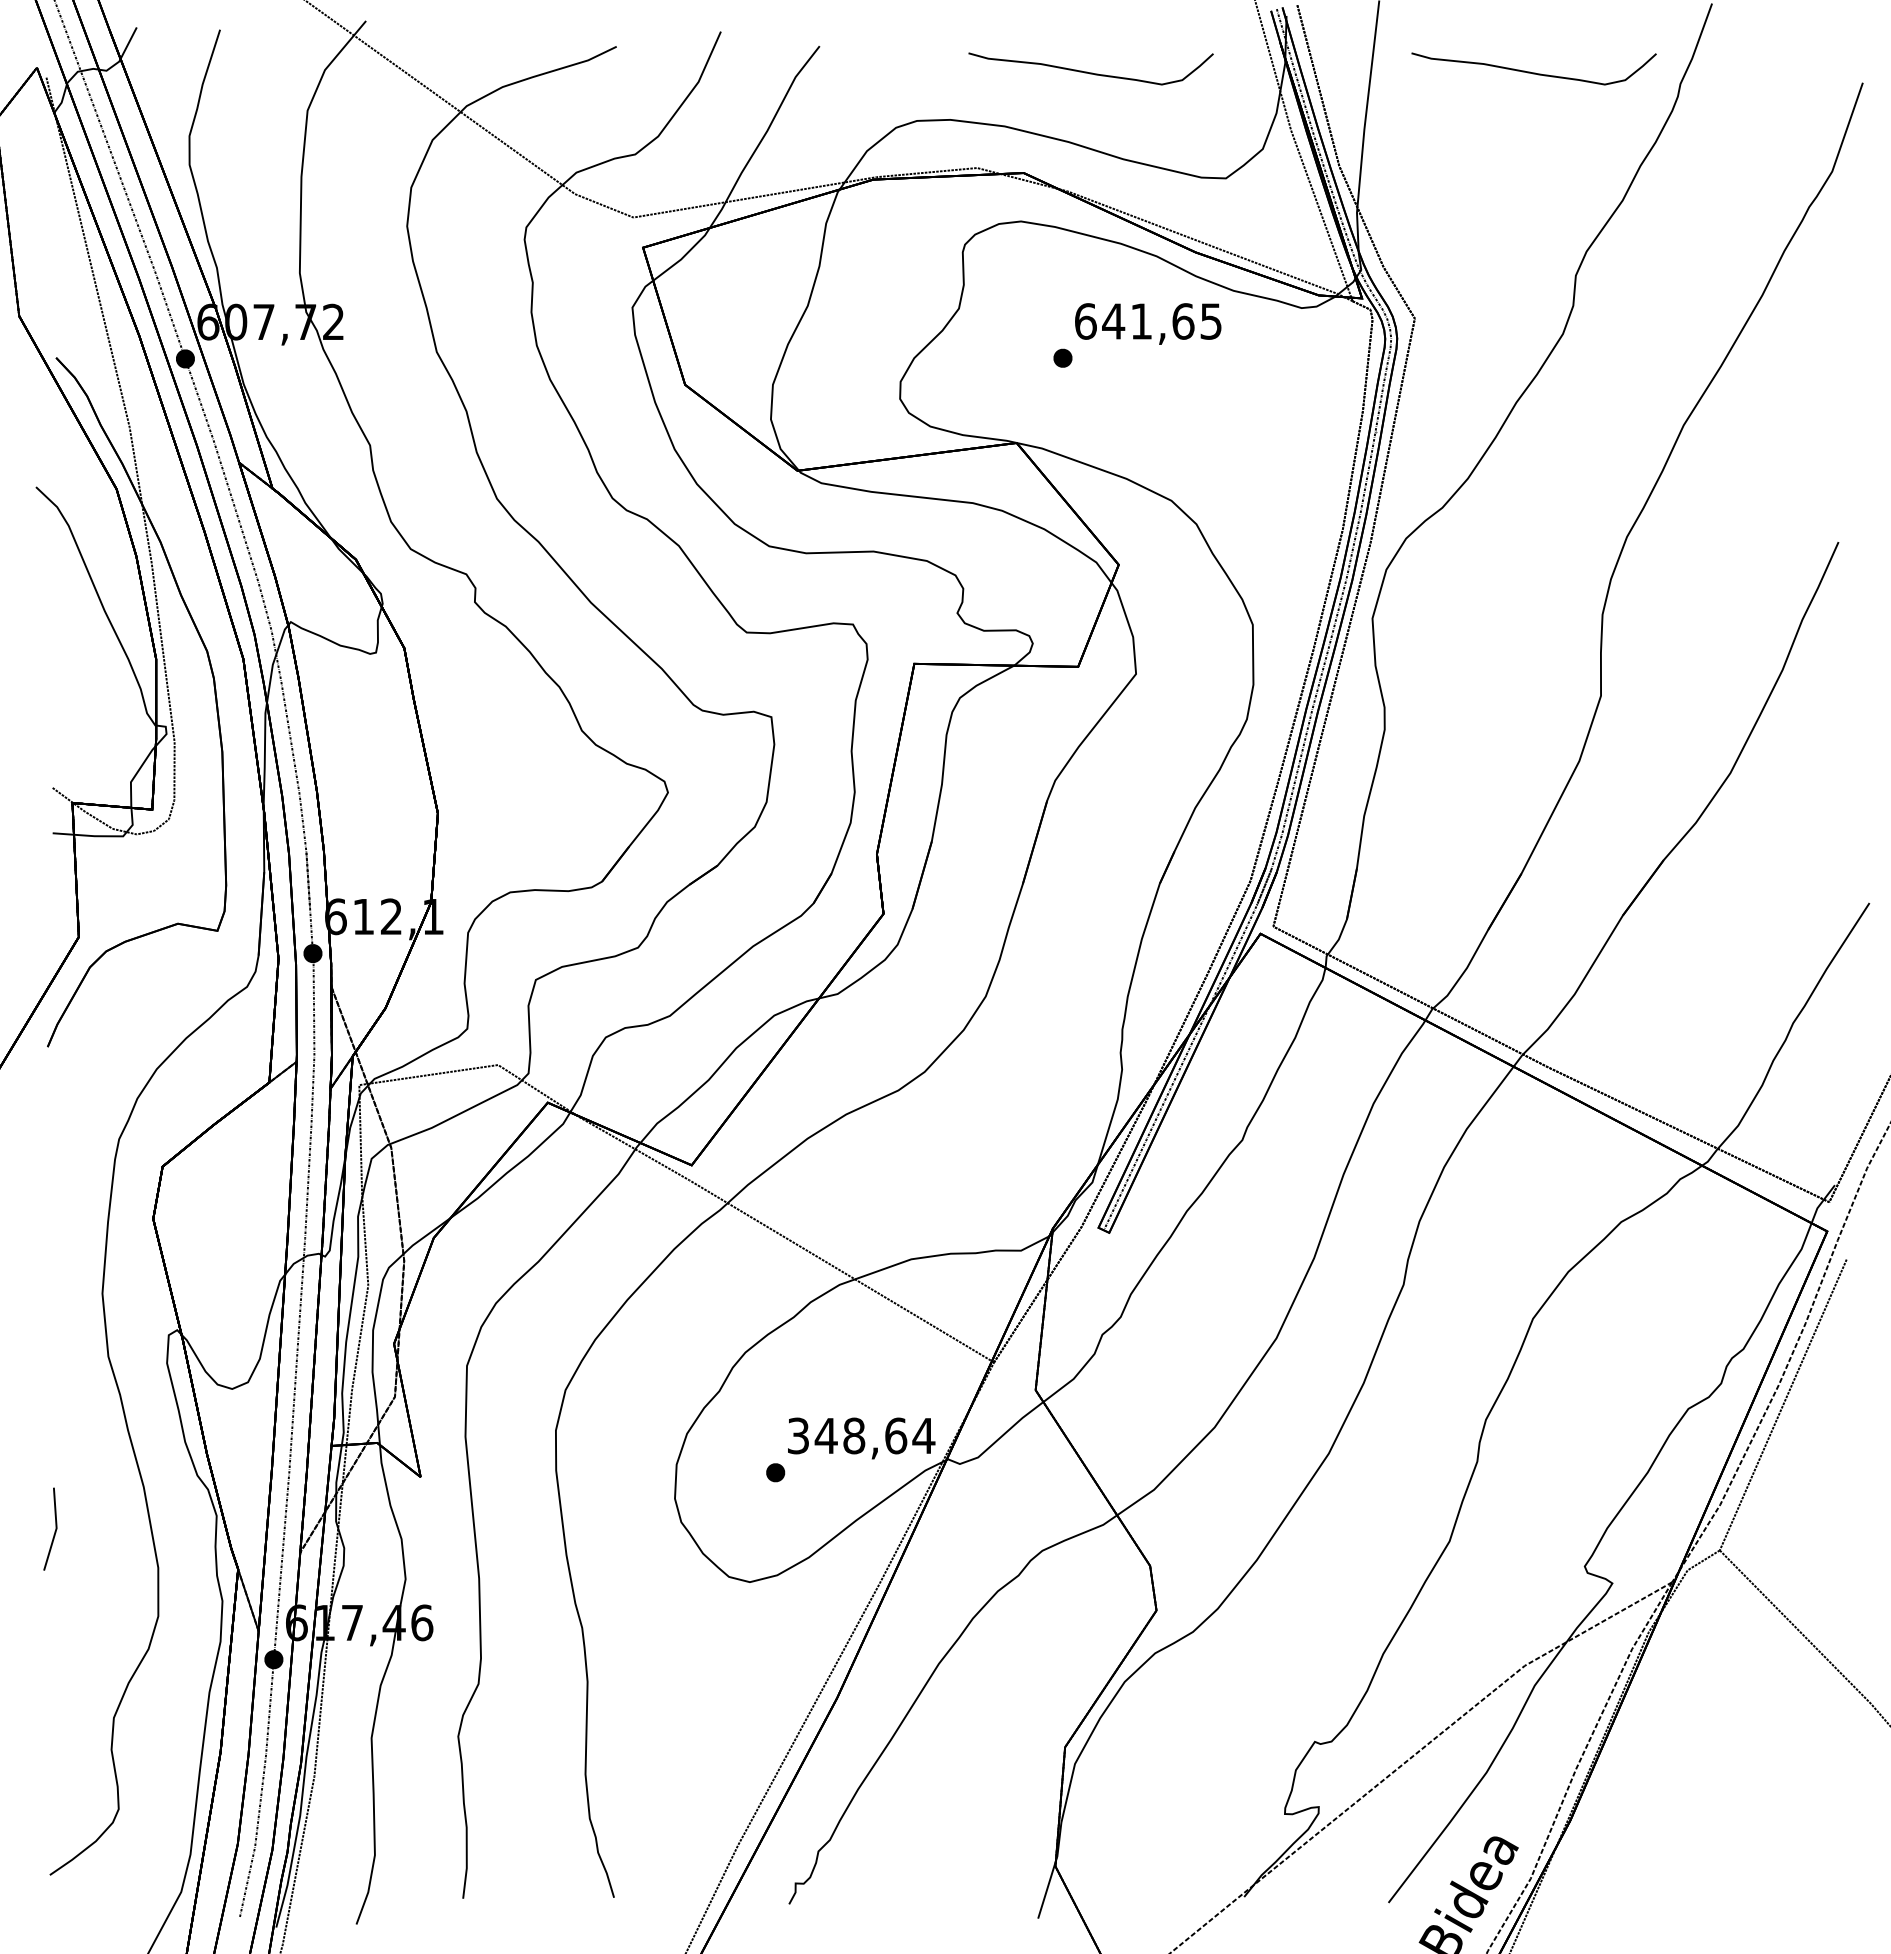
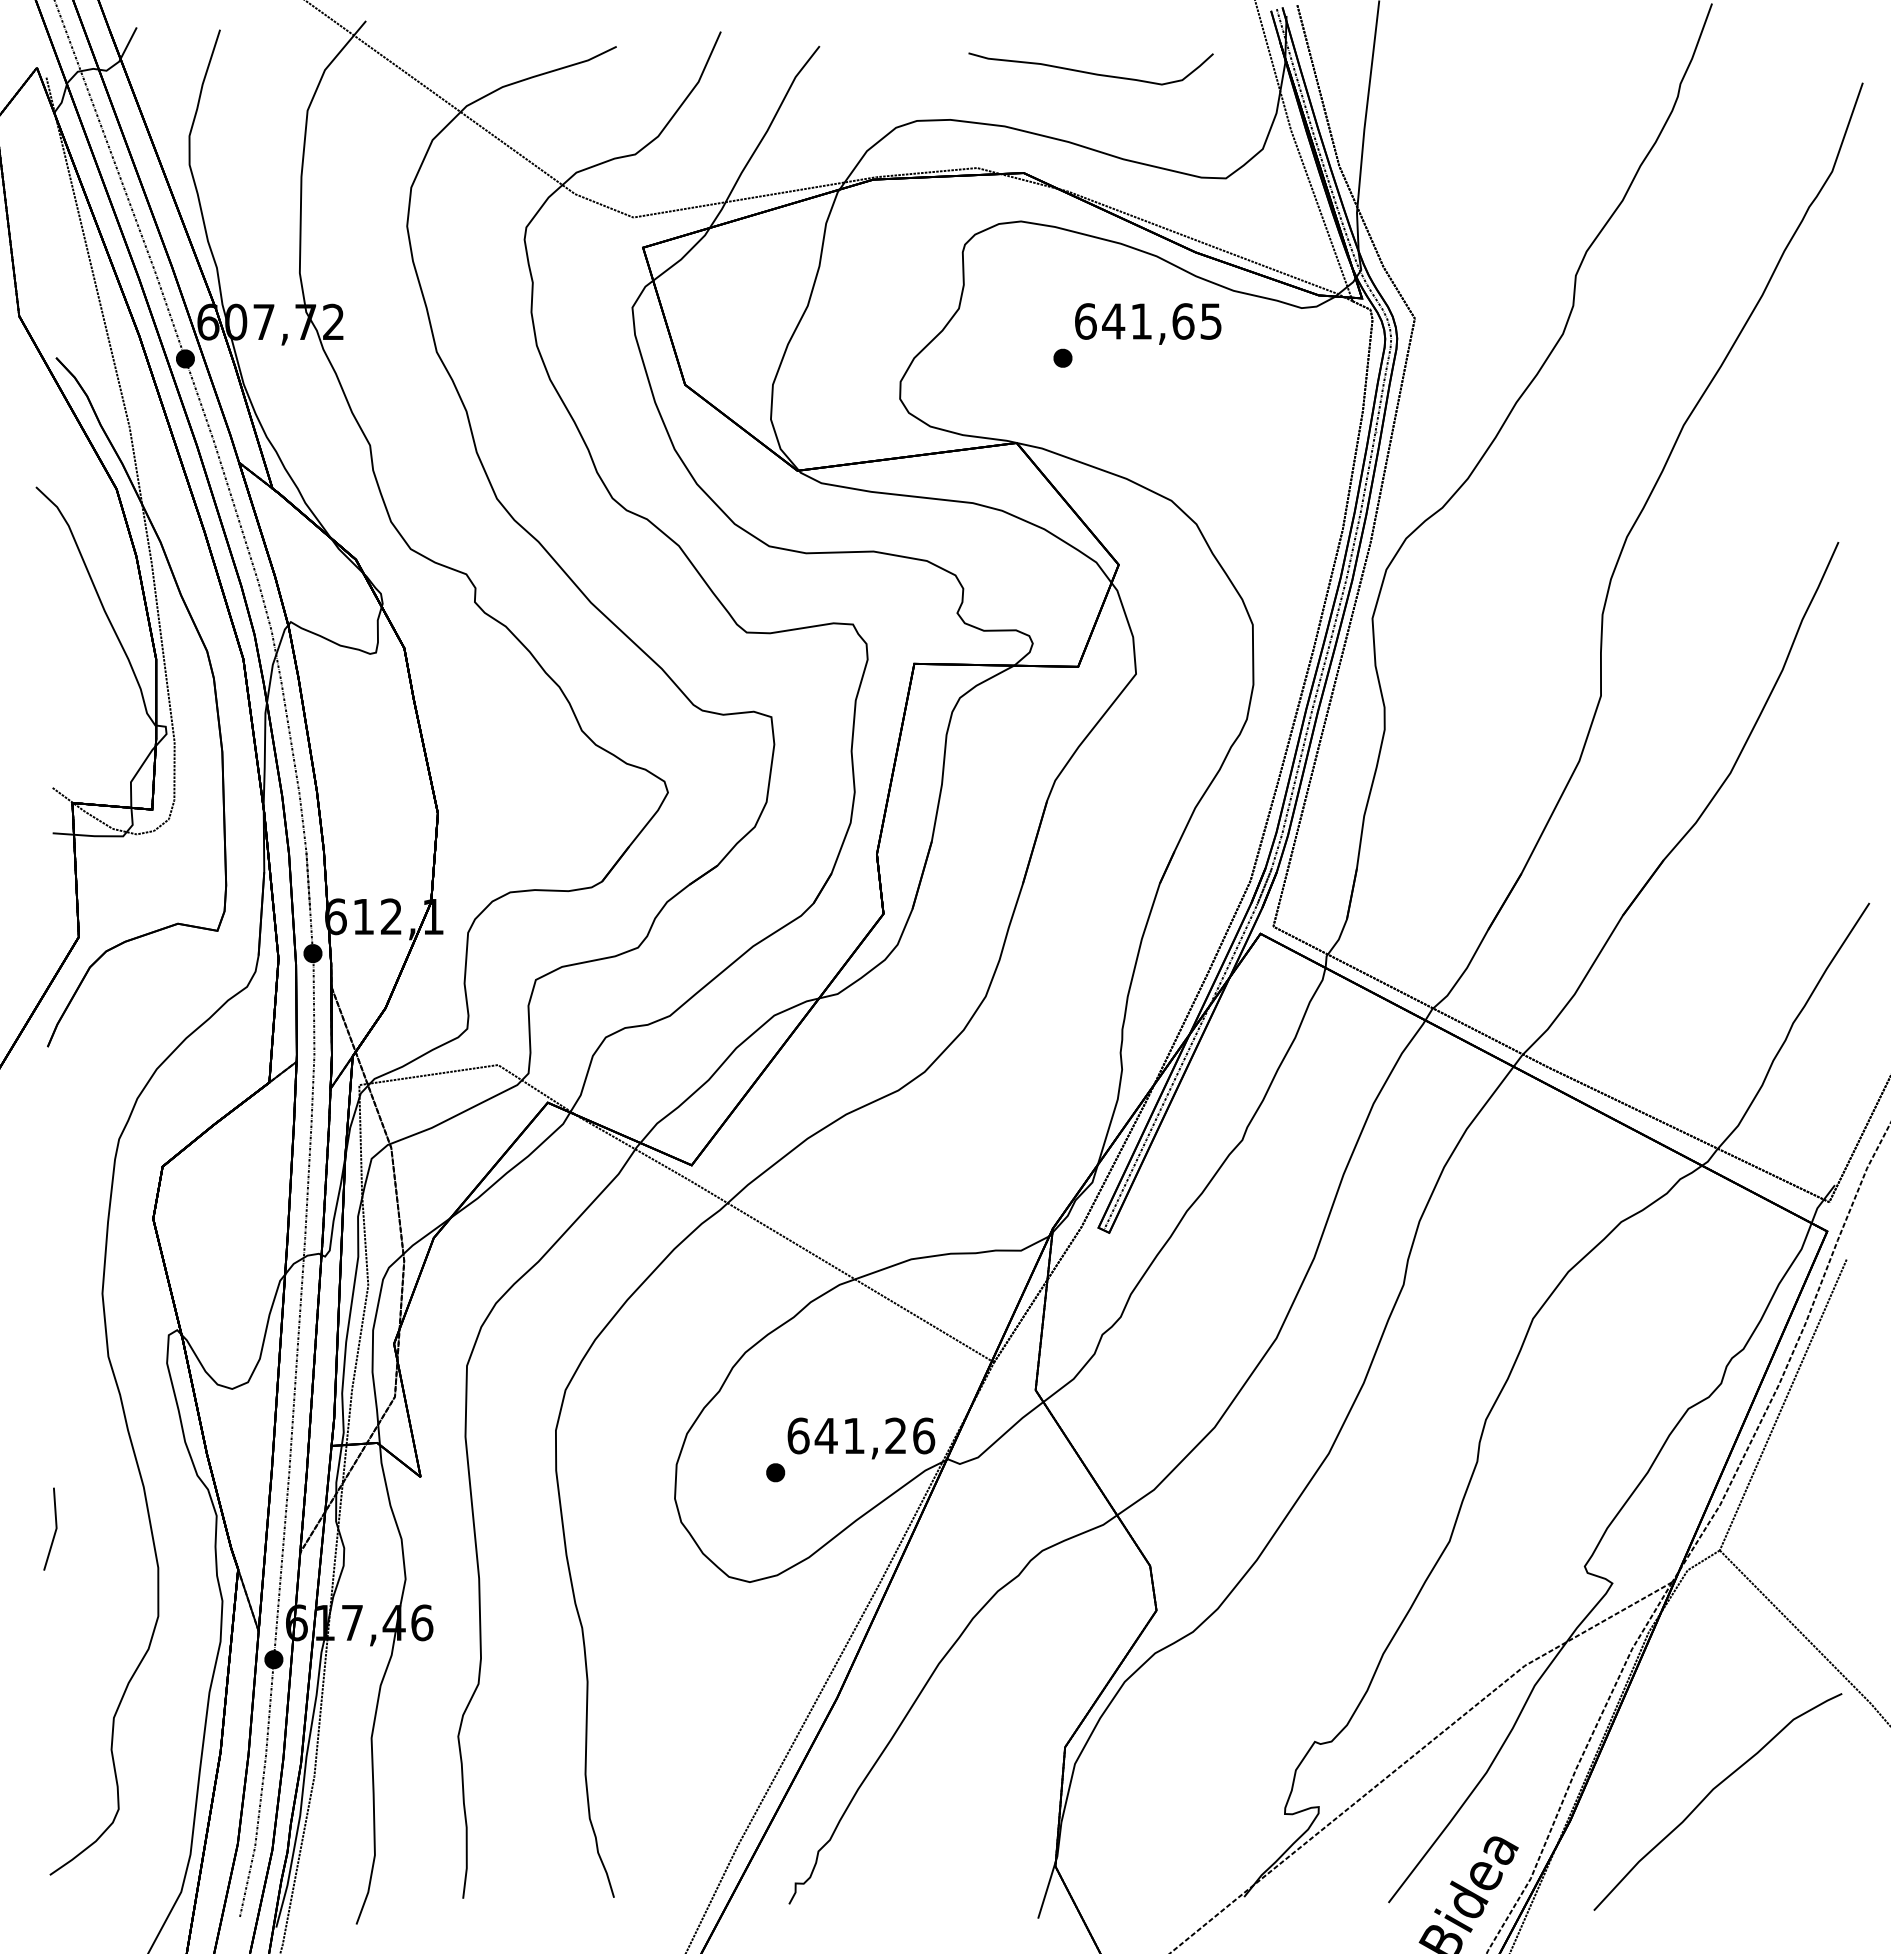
curve at (1533, 72): present -> none
text at (861, 1435): 348,64 -> 641,26
curve at (1710, 1793): none -> present
